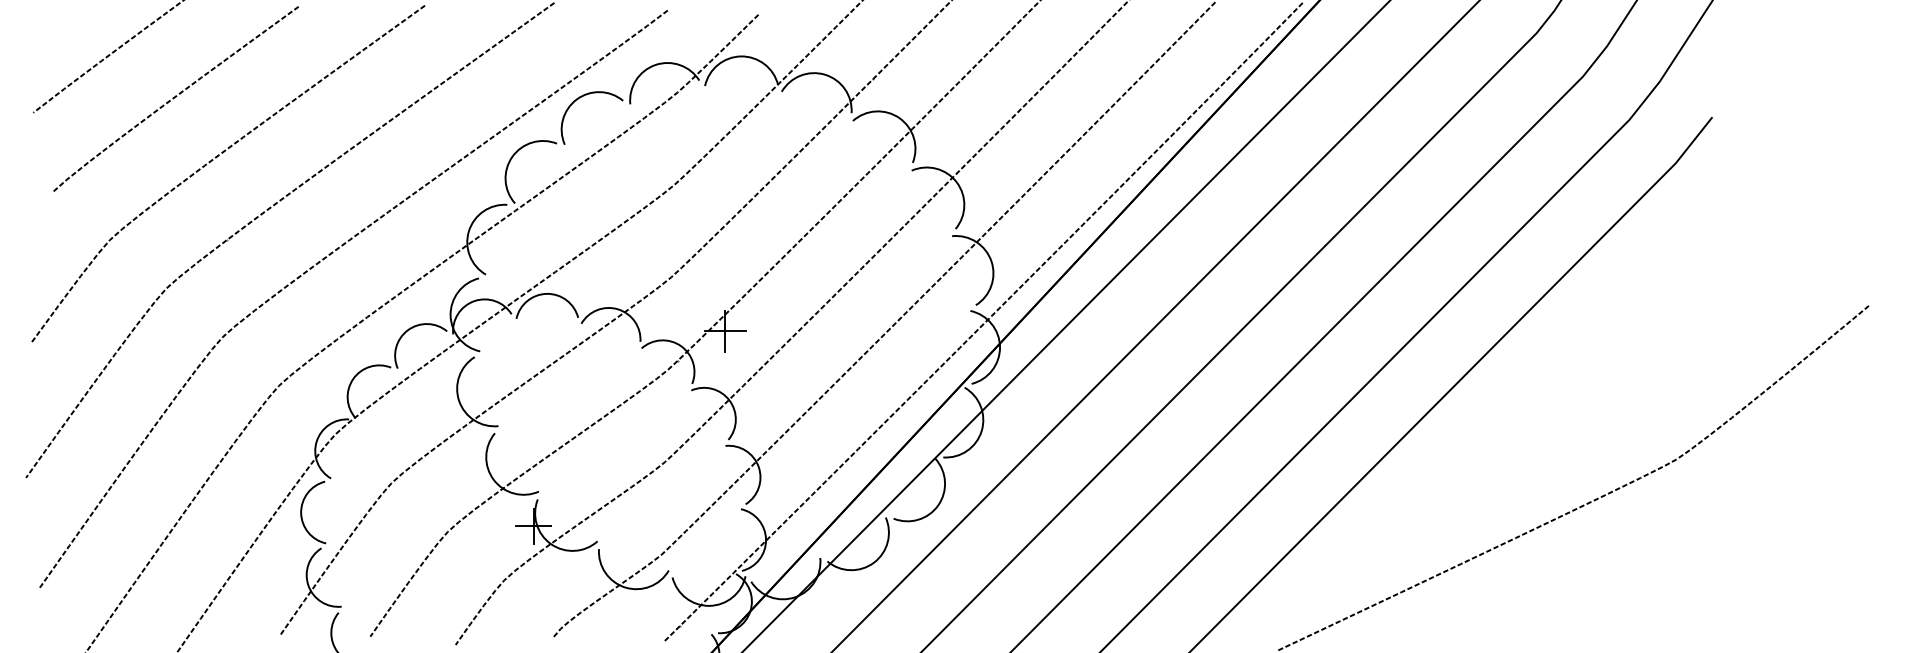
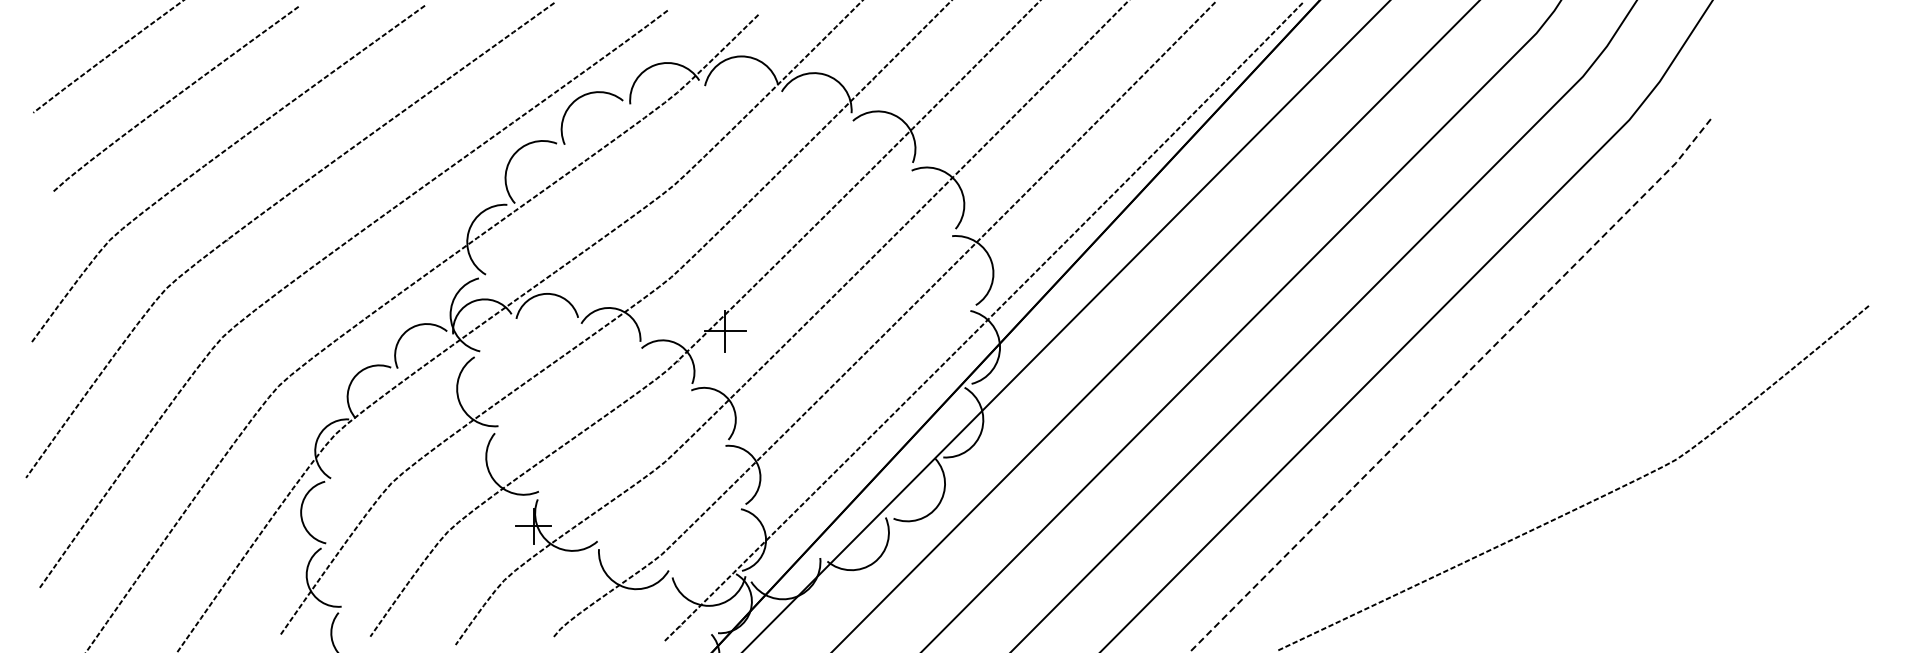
line at (1453, 386): solid -> dashed
